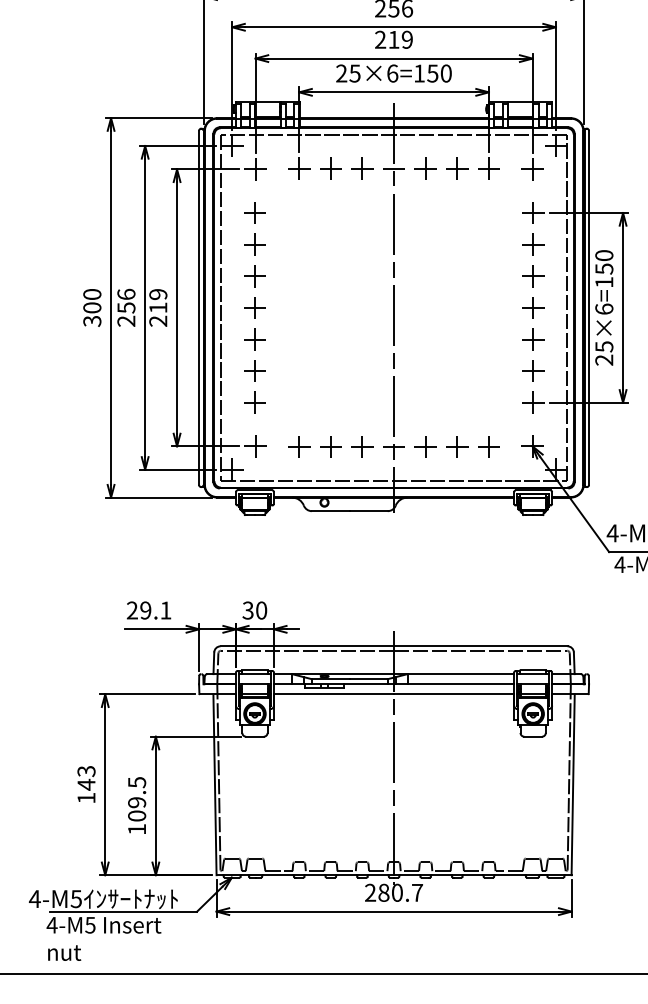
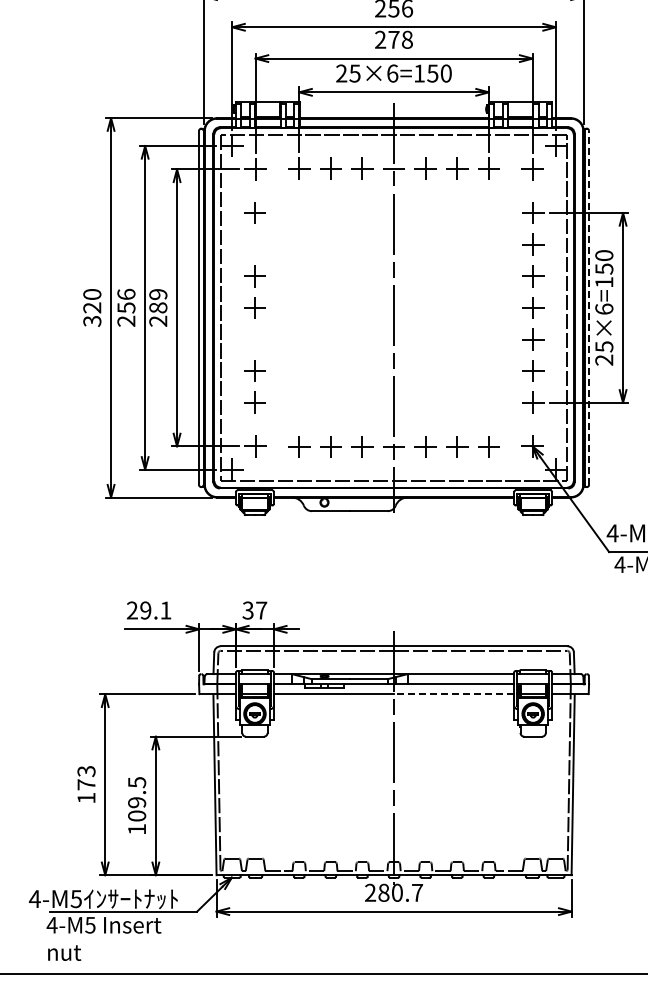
text at (400, 39): 219 -> 278
part at (254, 244): present -> none
text at (92, 307): 300 -> 320
text at (158, 307): 219 -> 289
line at (589, 307): solid -> dashed
part at (254, 339): present -> none
text at (261, 610): 30 -> 37
line at (453, 694): solid -> dashed
text at (86, 784): 143 -> 173
